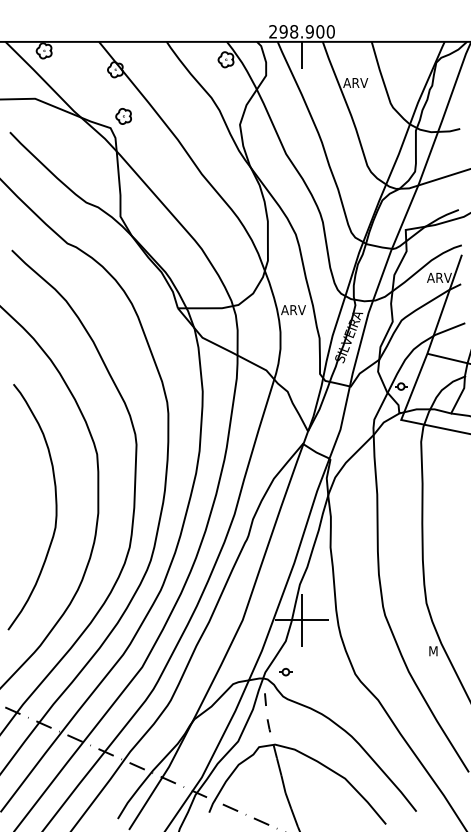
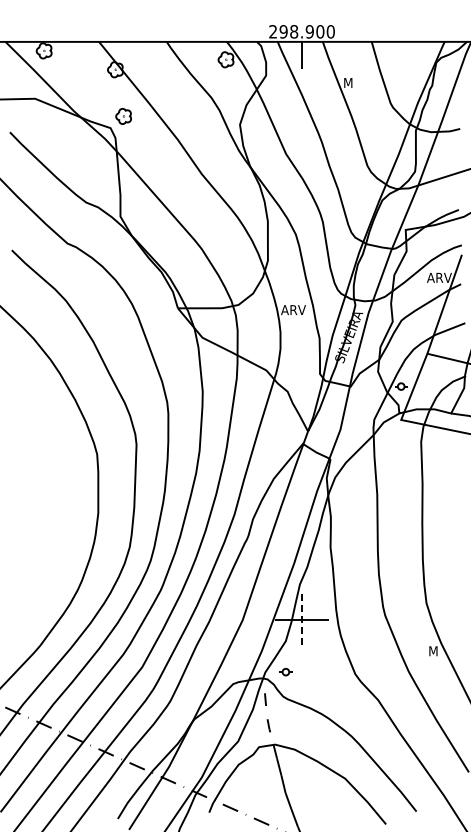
text at (355, 82): ARV -> M
curve at (55, 507): present -> none
line at (302, 620): solid -> dashed
